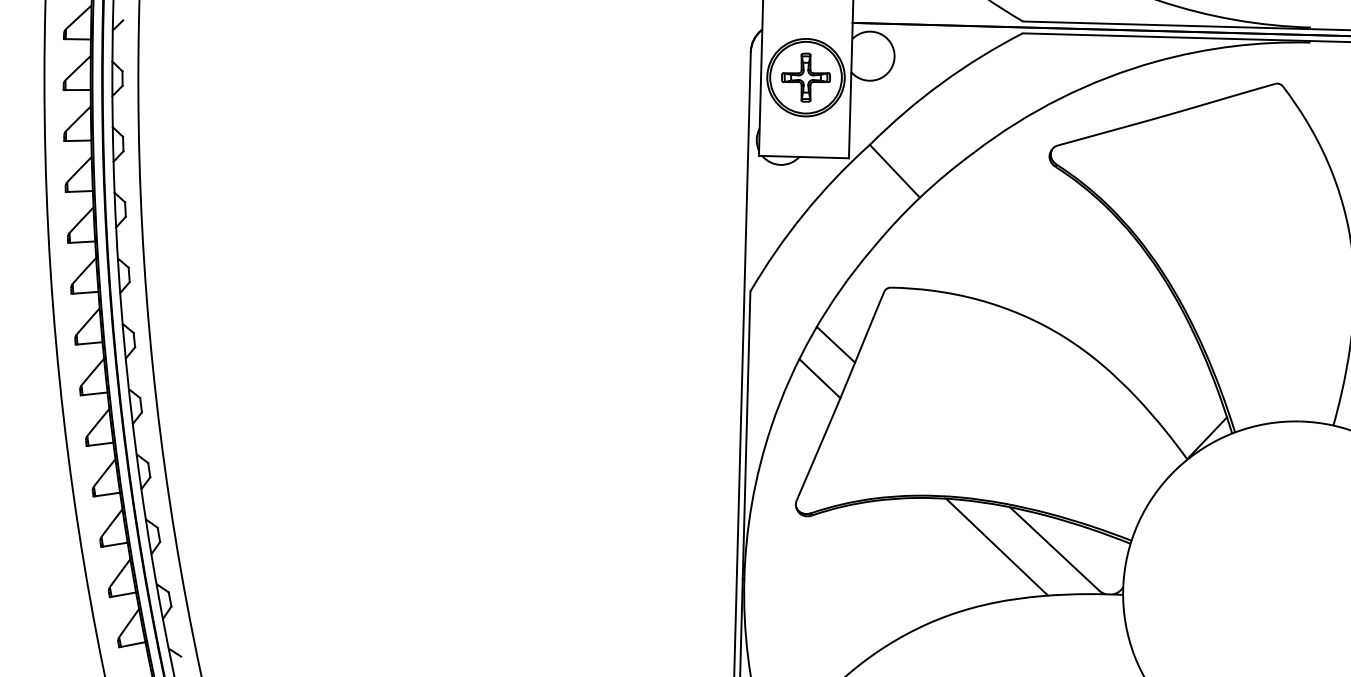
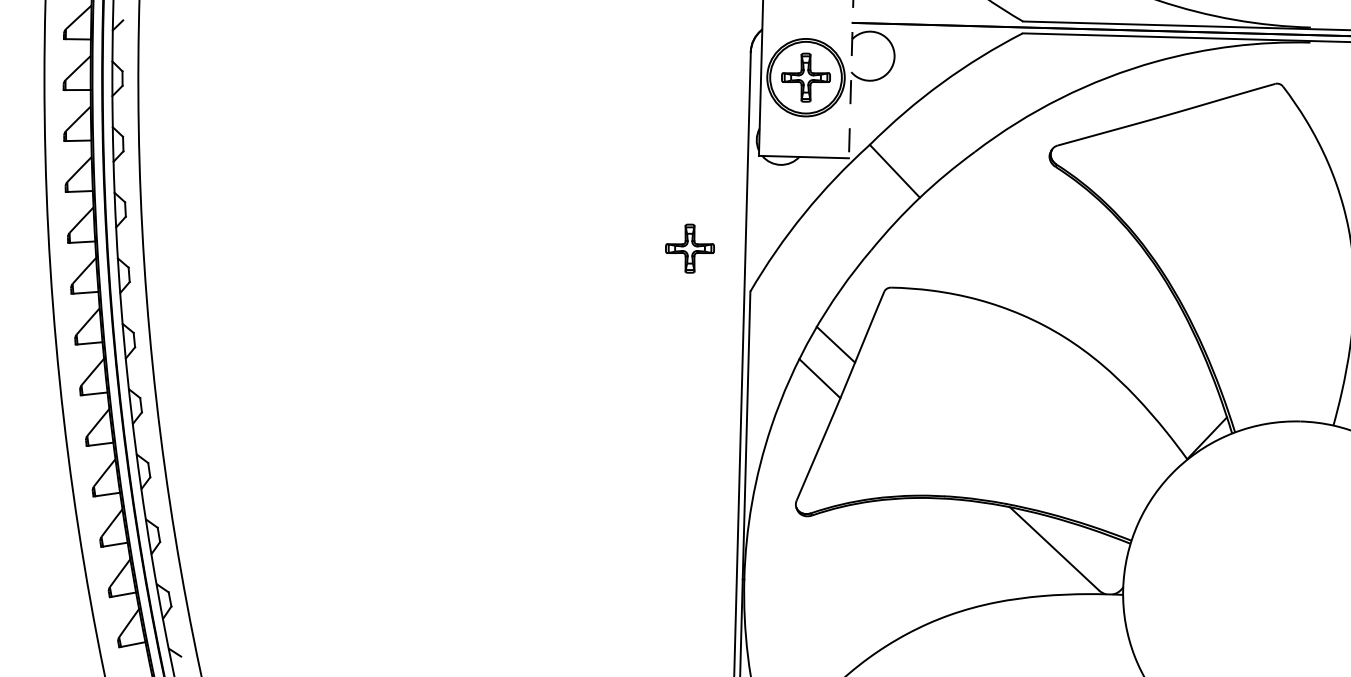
line at (851, 79): solid -> dashed
part at (689, 248): none -> present
line at (997, 546): present -> none
